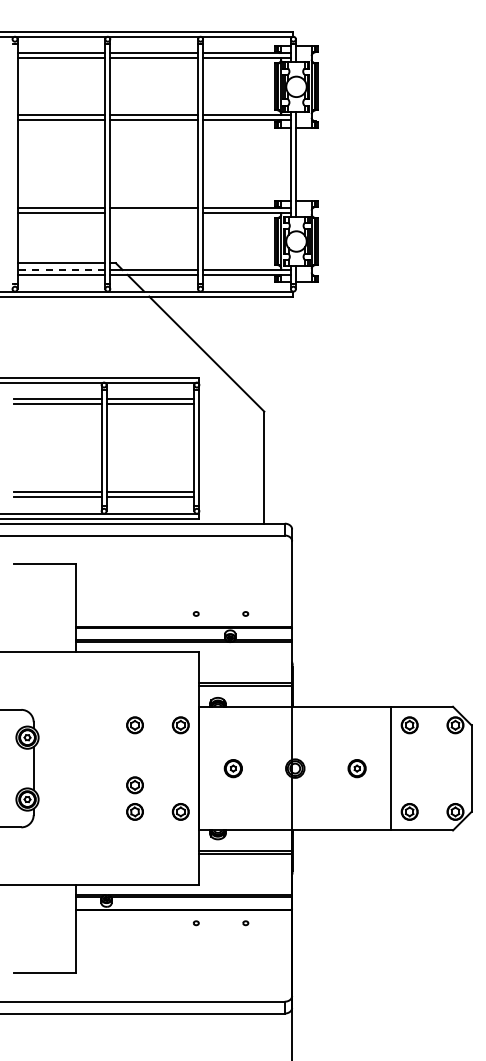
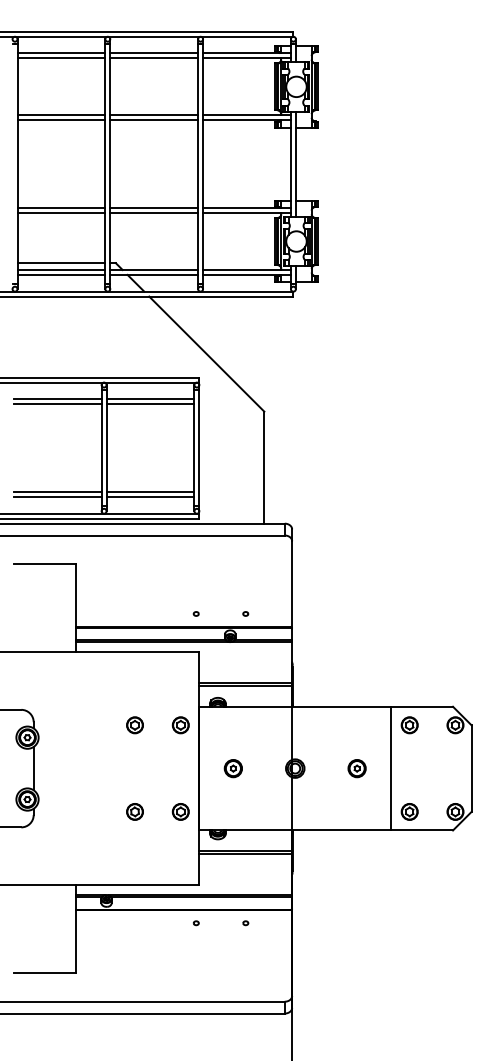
line at (154, 213): none -> present
line at (61, 270): dashed -> solid
part at (134, 785): present -> none
